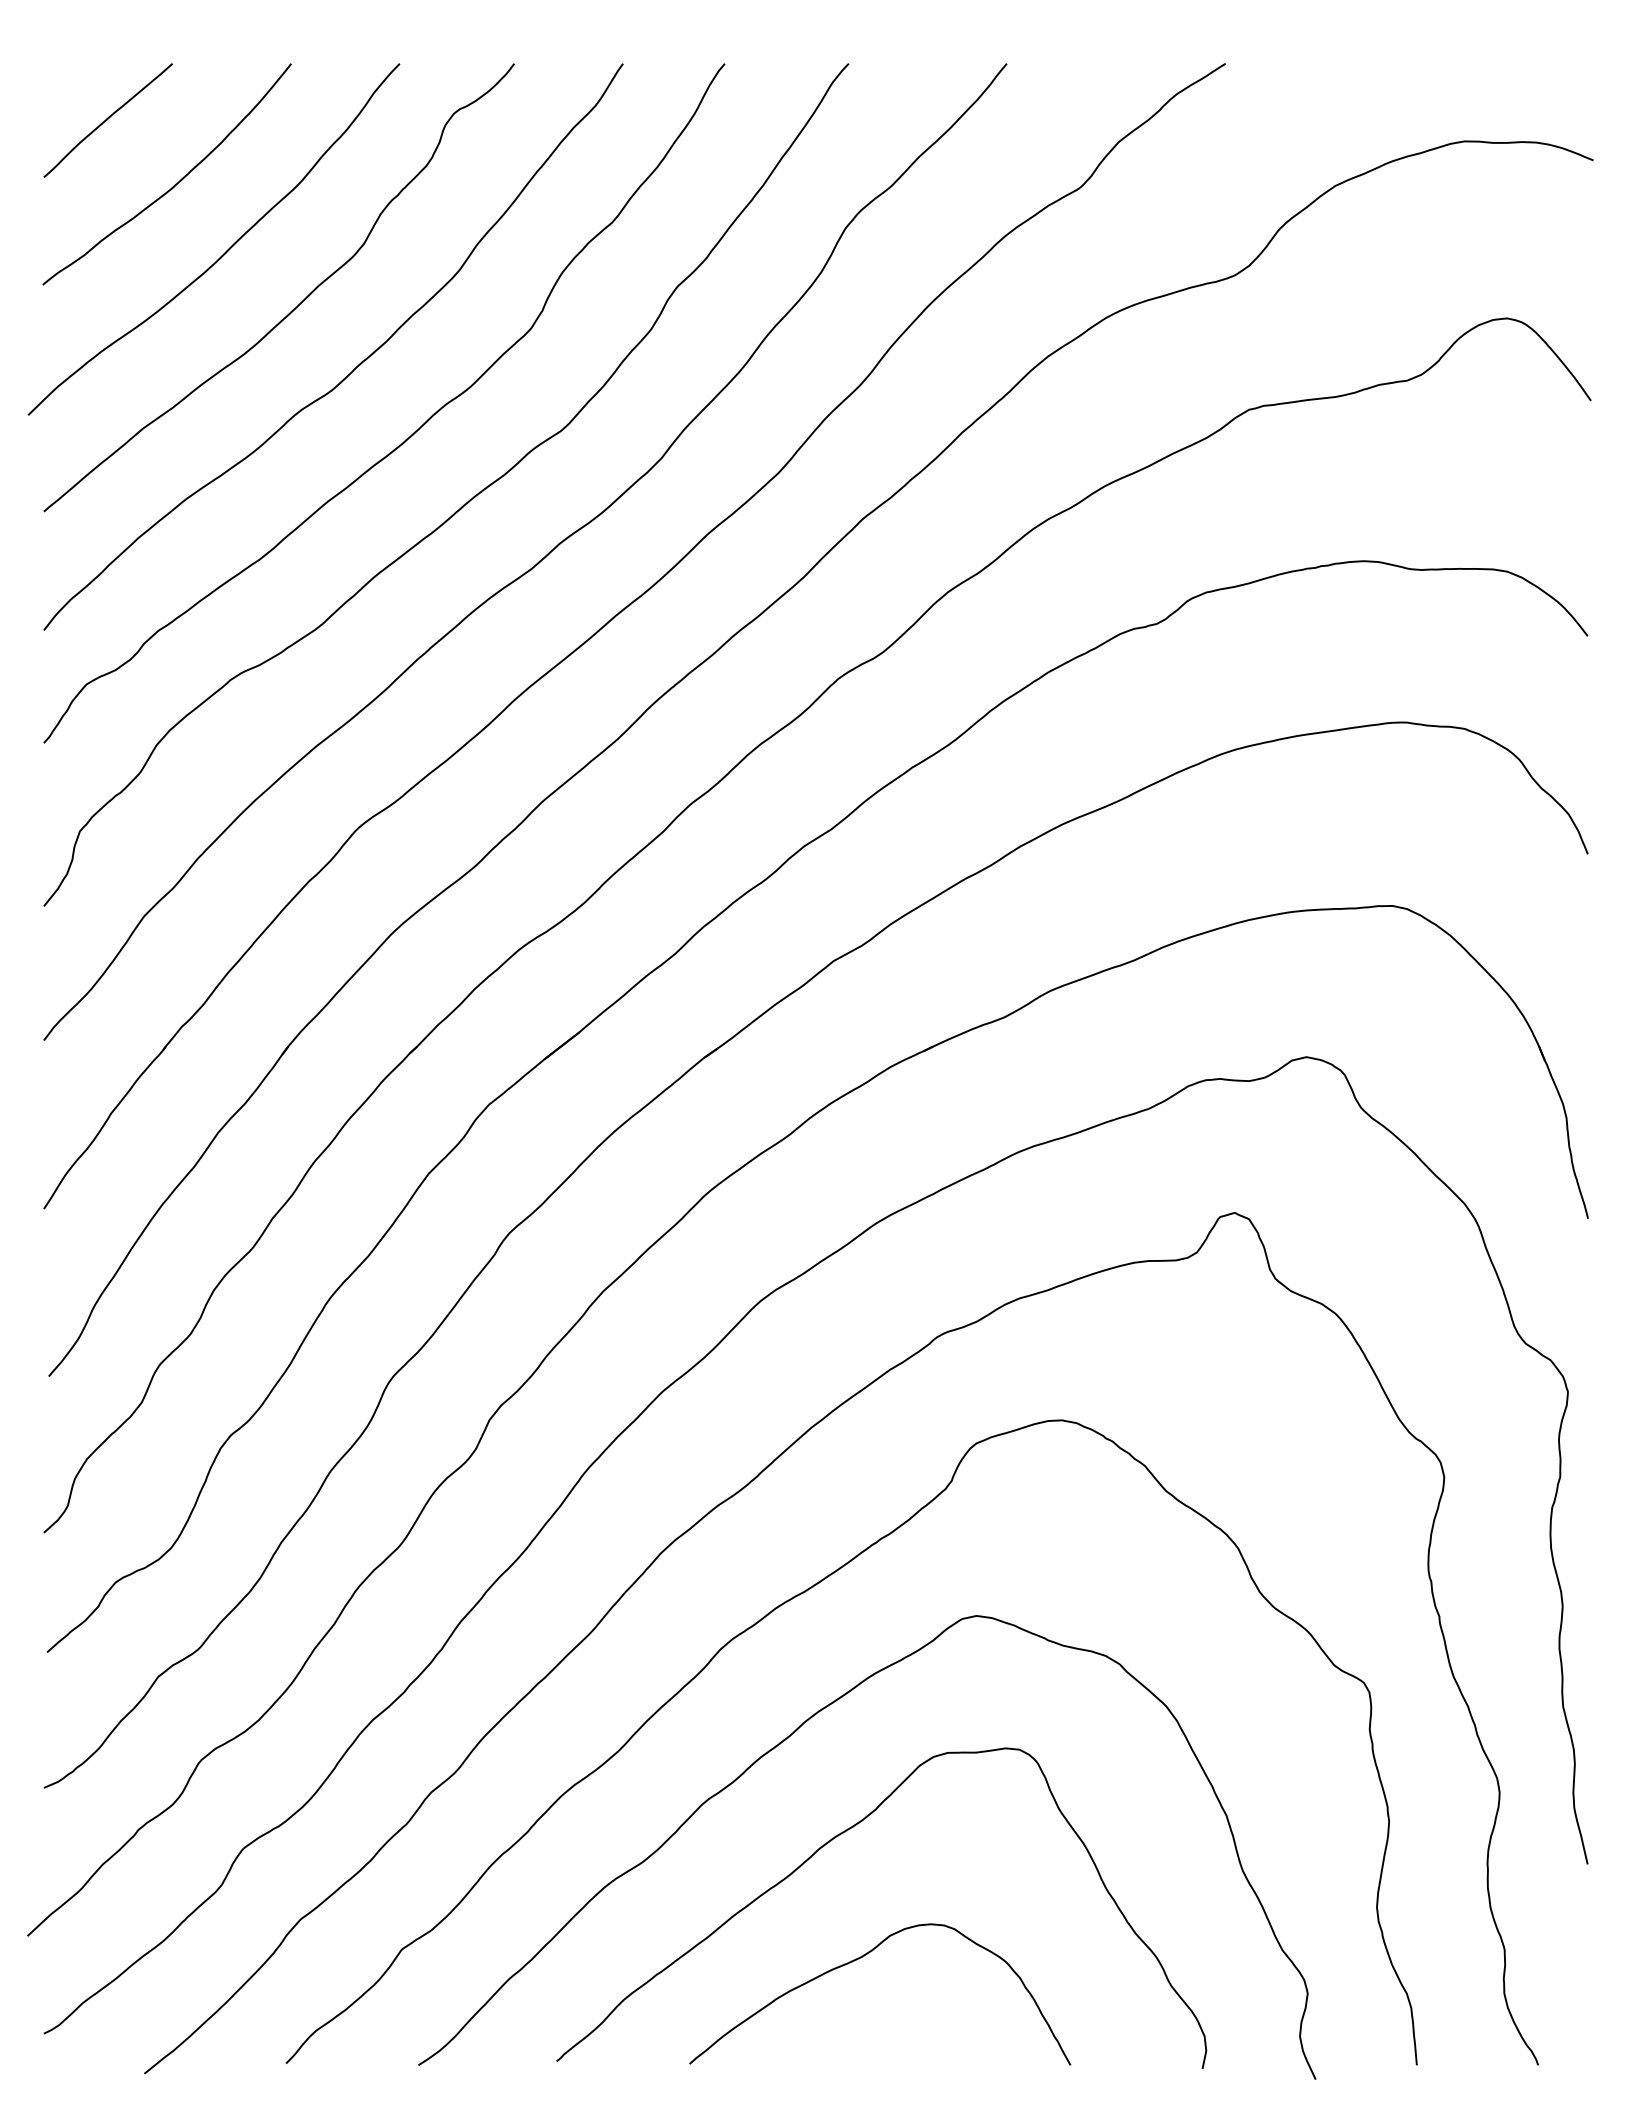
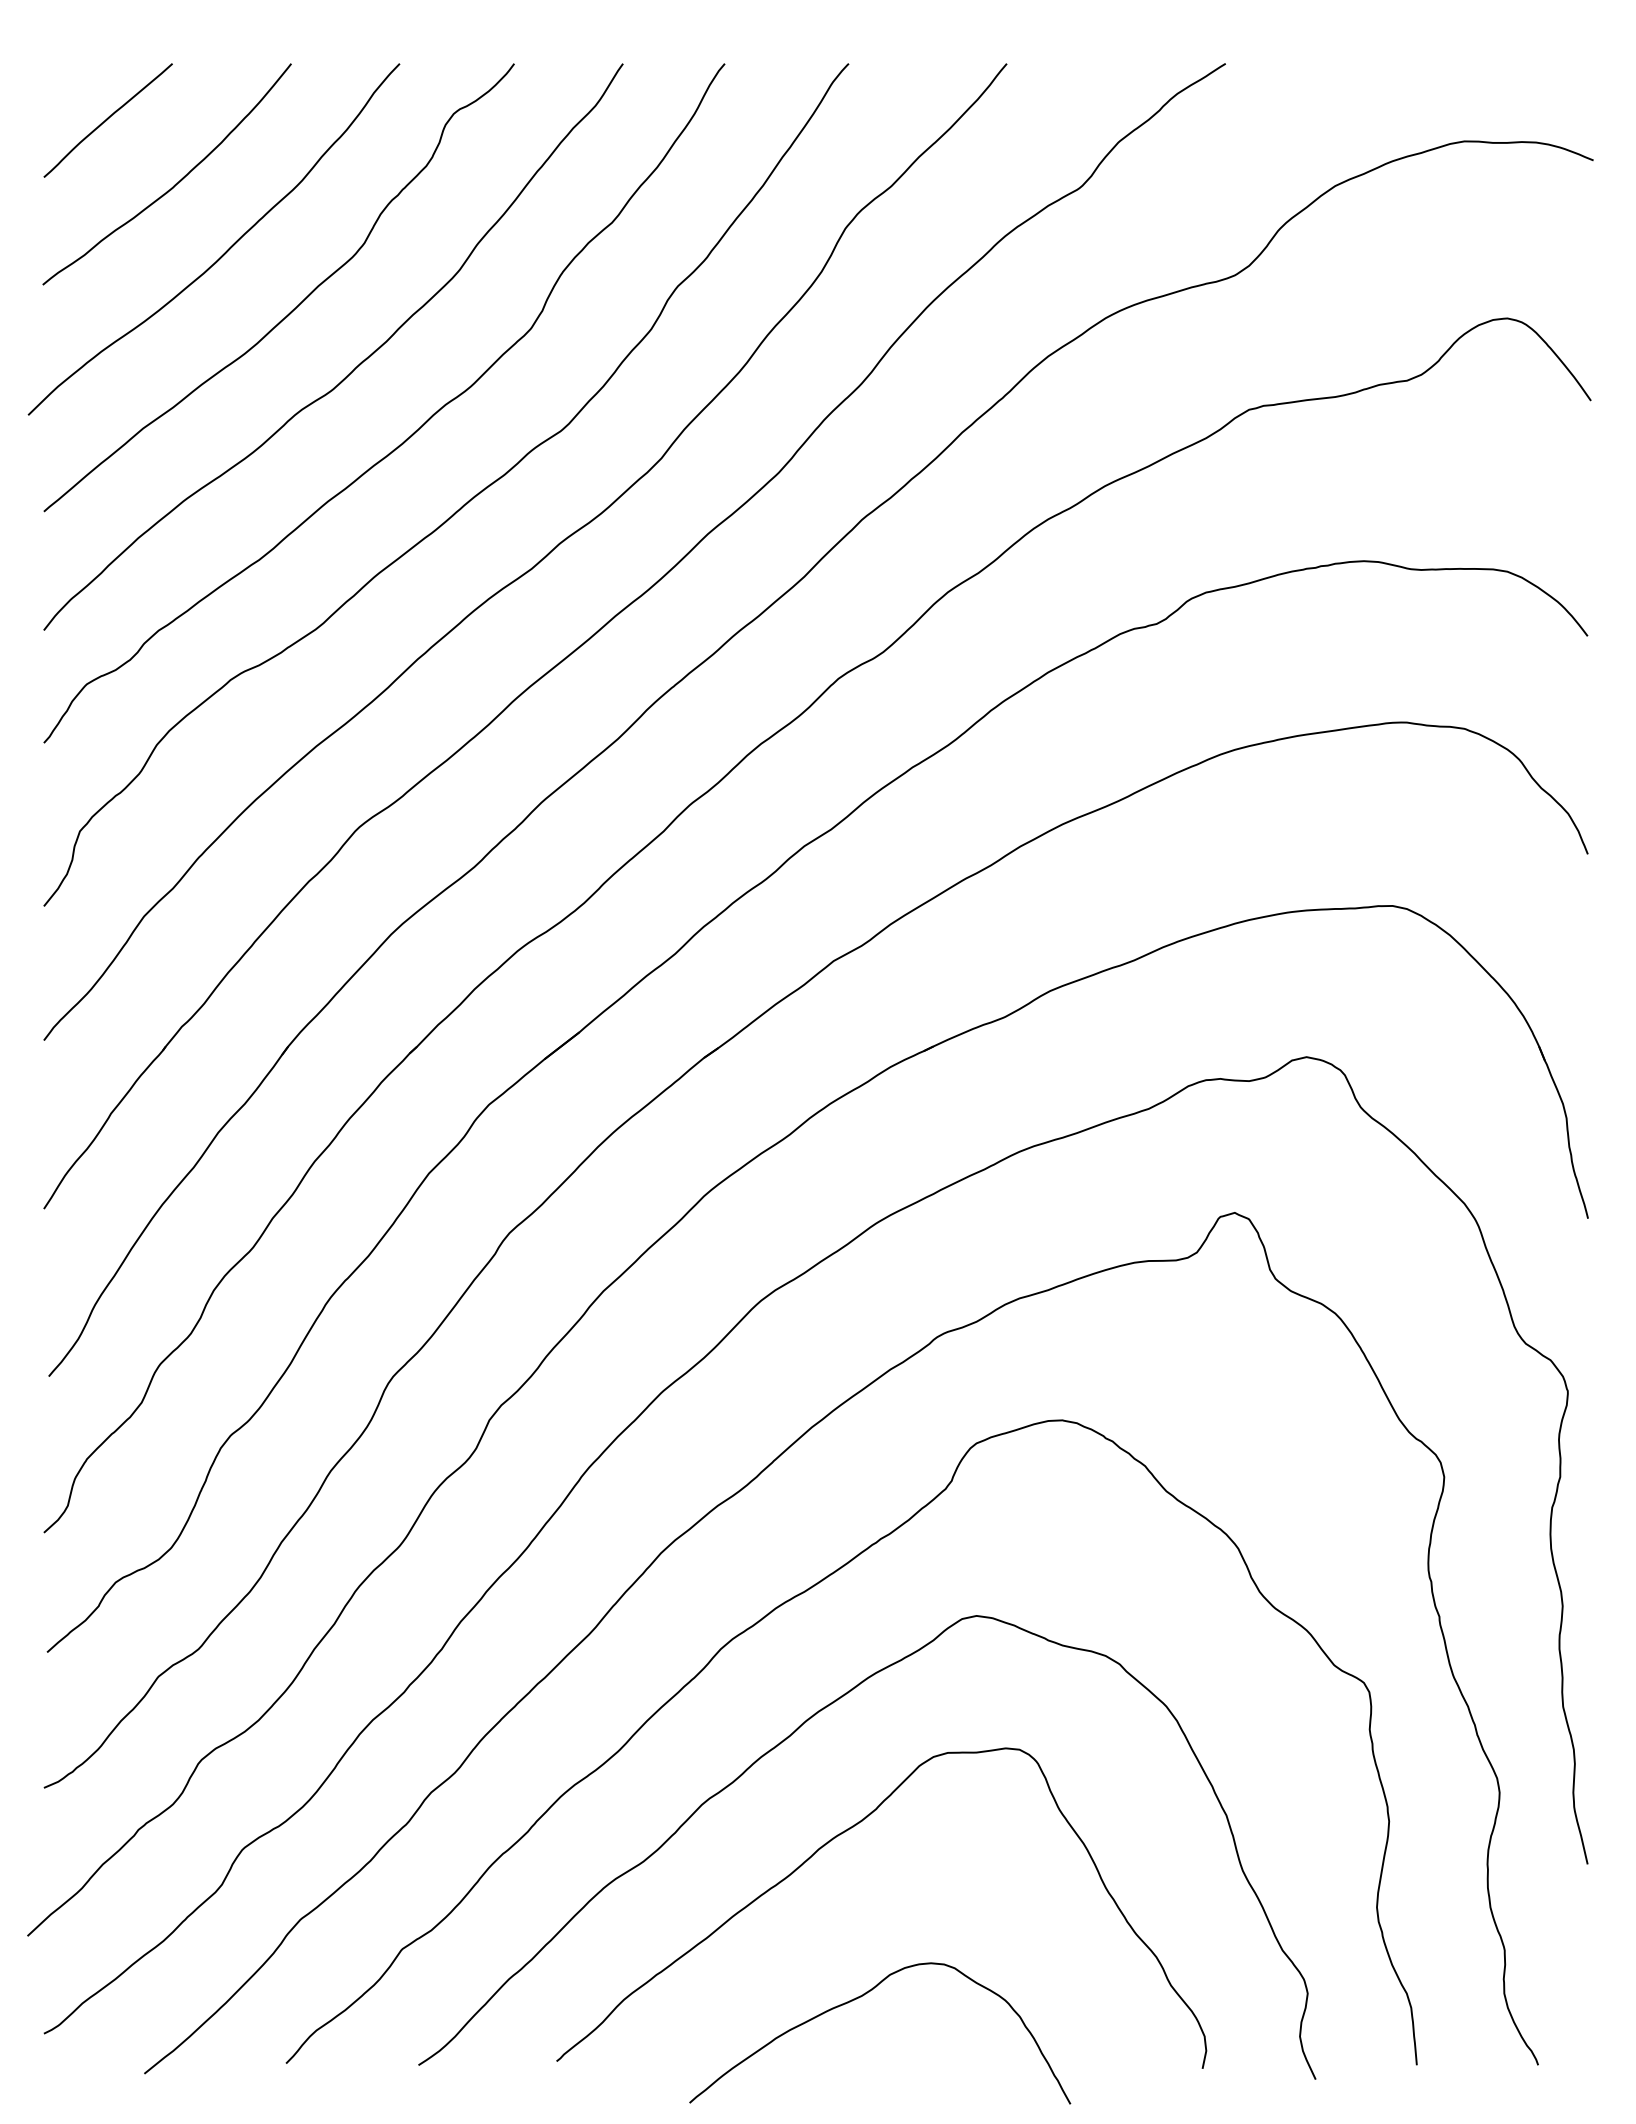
curve at (861, 1958) position: (861, 1958) -> (861, 1997)
